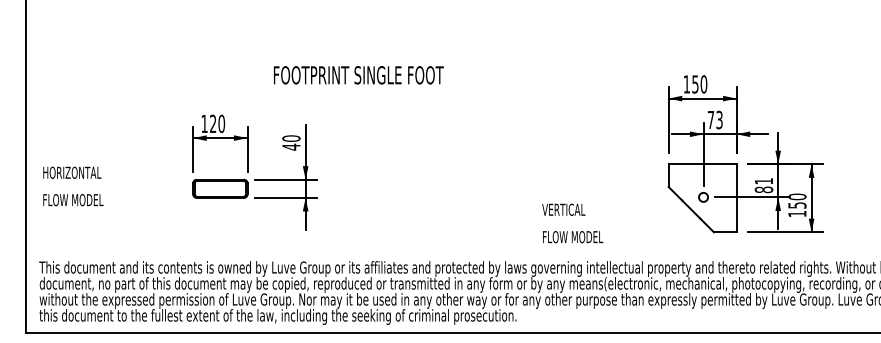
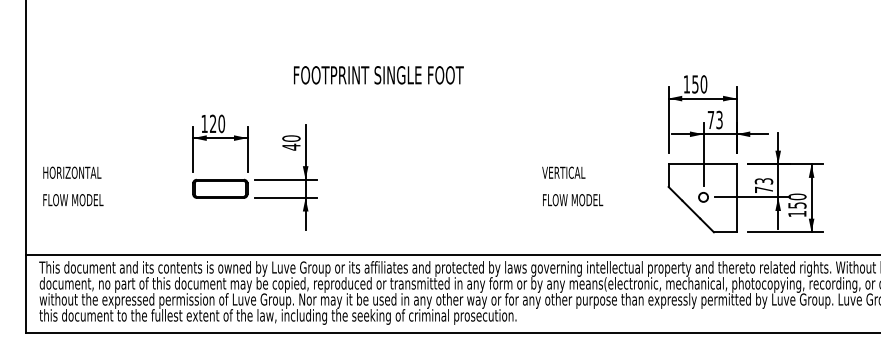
text at (358, 75) position: (358, 75) -> (378, 75)
text at (763, 185): 81 -> 73
text at (572, 223) position: (572, 223) -> (572, 186)
line at (451, 254): none -> present
